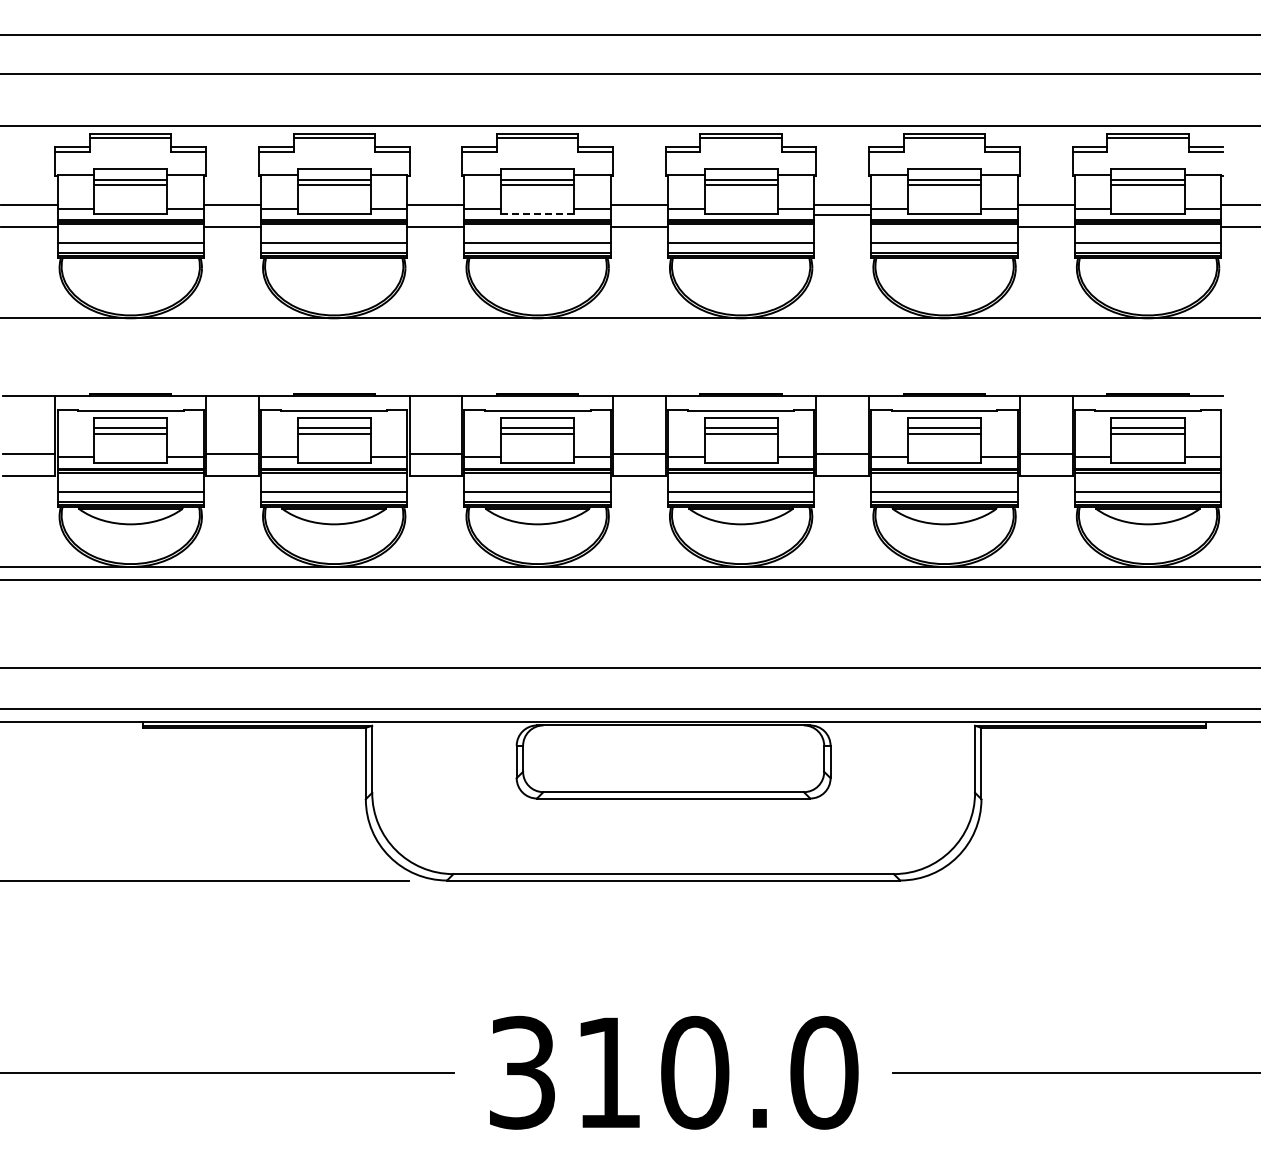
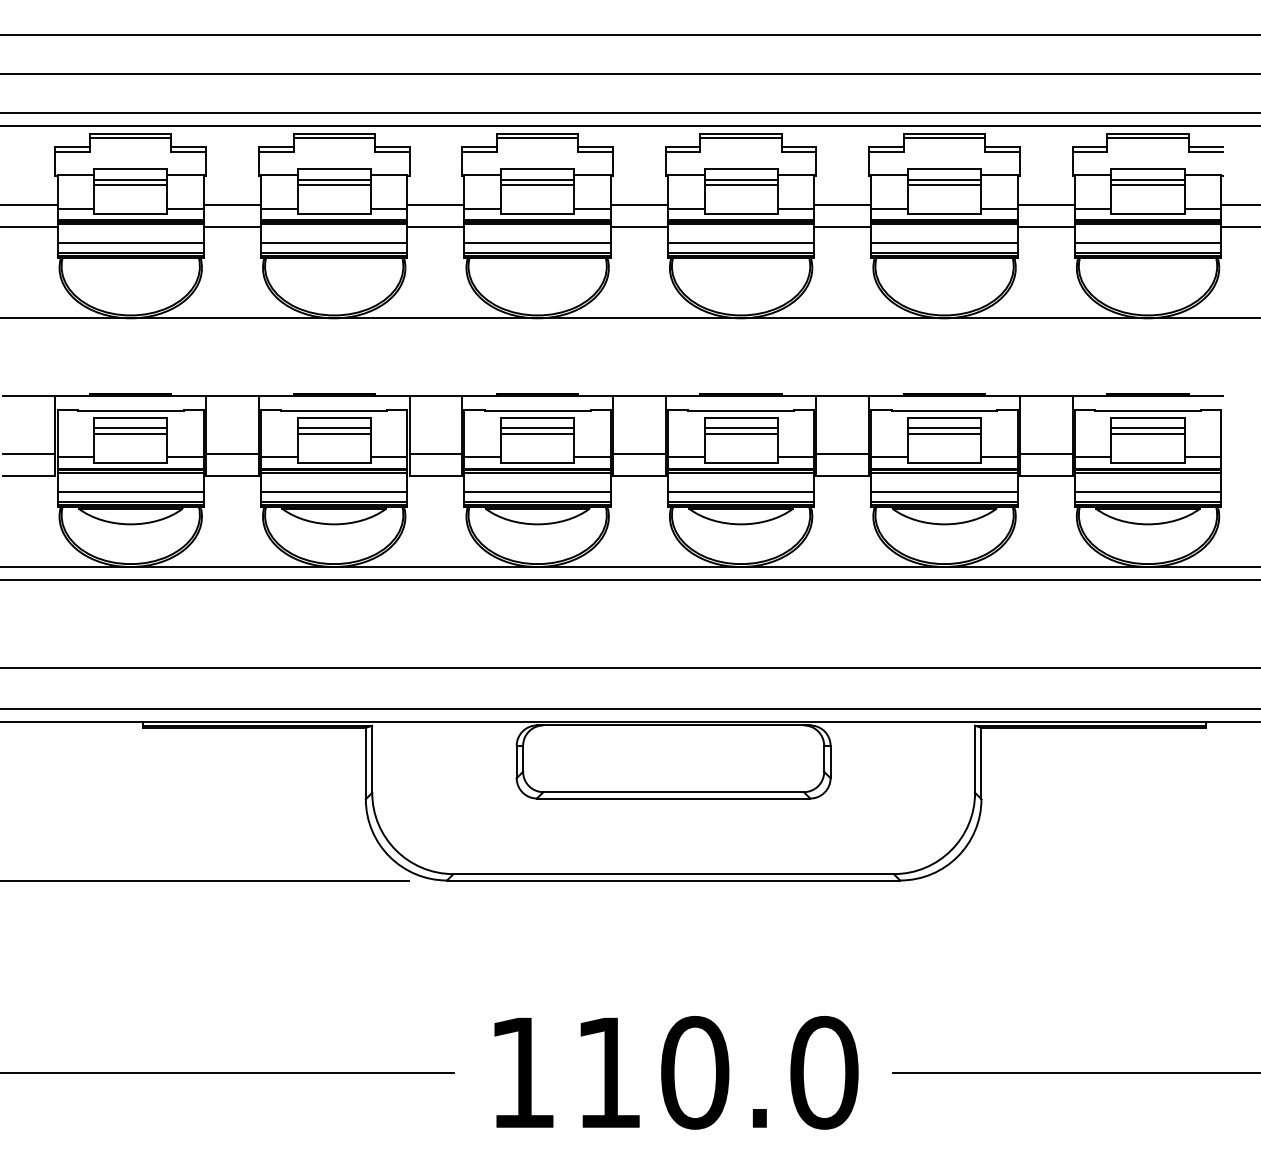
line at (629, 113): none -> present
line at (537, 214): dashed -> solid
line at (842, 215) position: (842, 215) -> (842, 227)
text at (522, 1072): 310.0 -> 110.0
